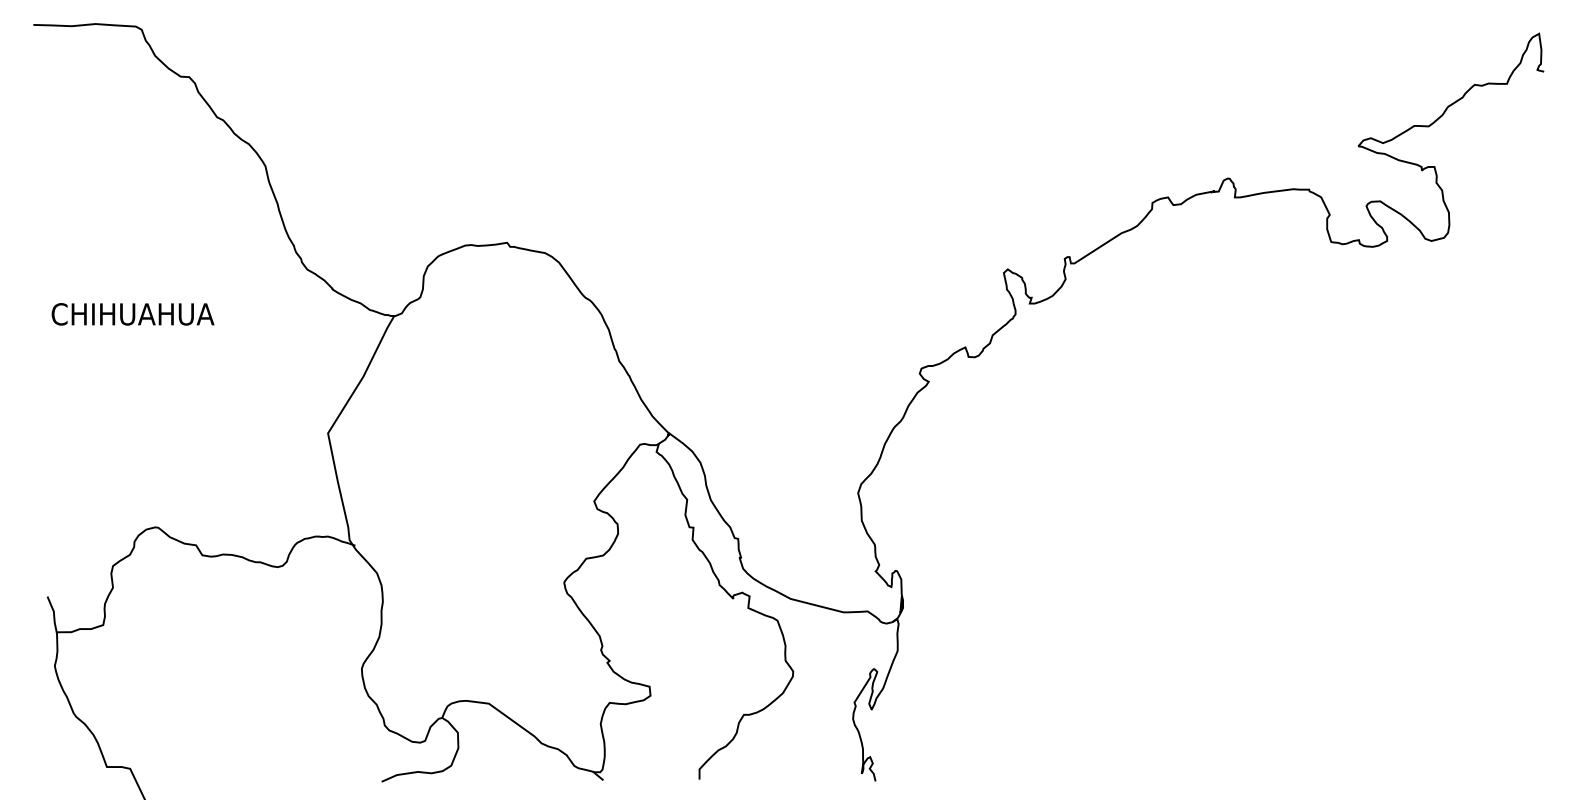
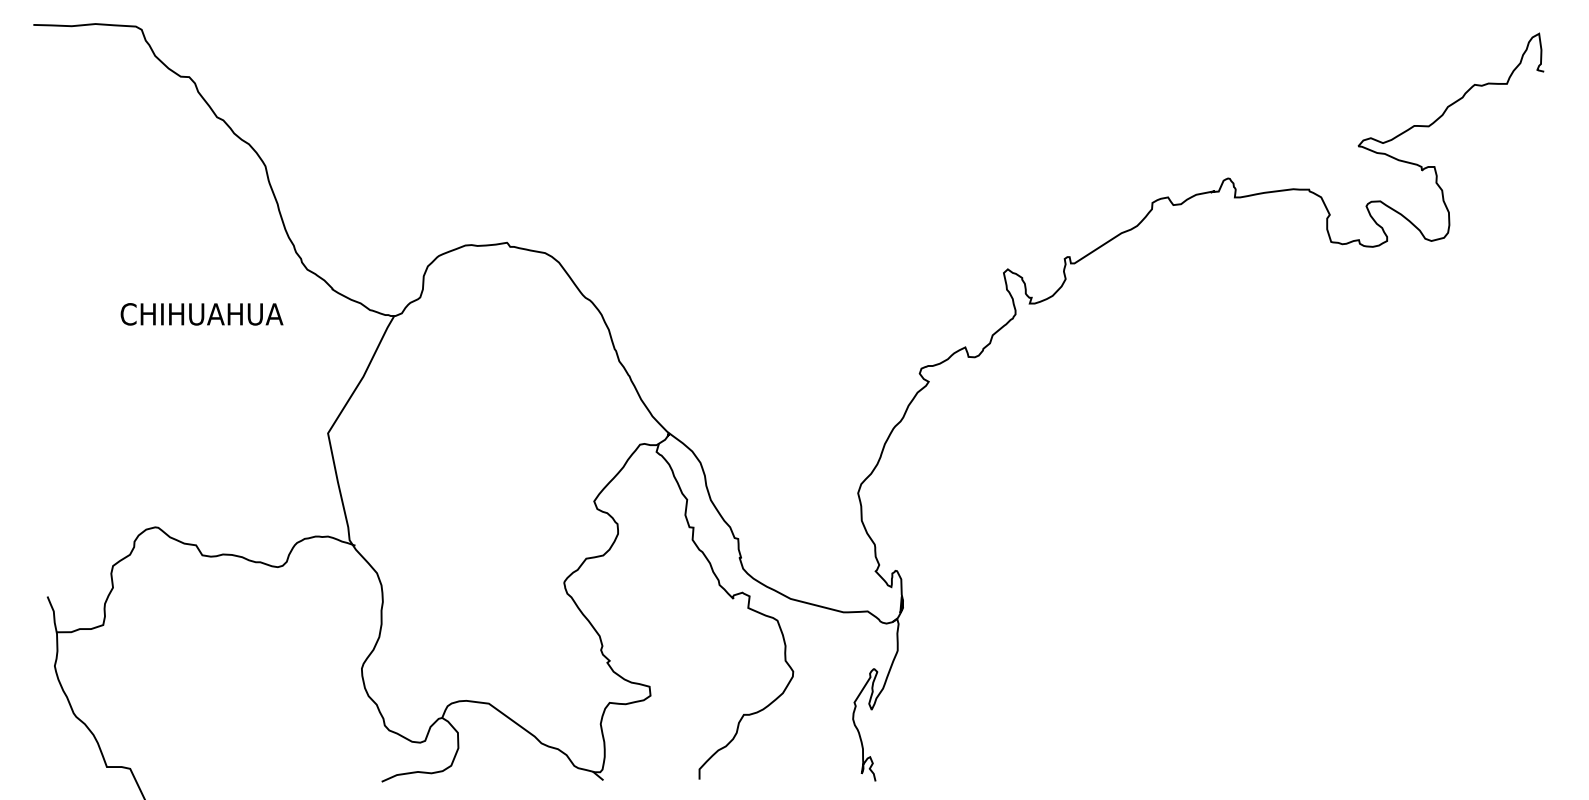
text at (132, 314) position: (132, 314) -> (201, 314)
